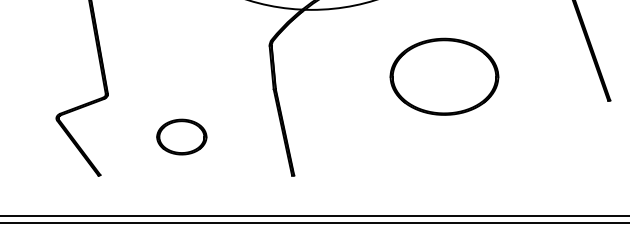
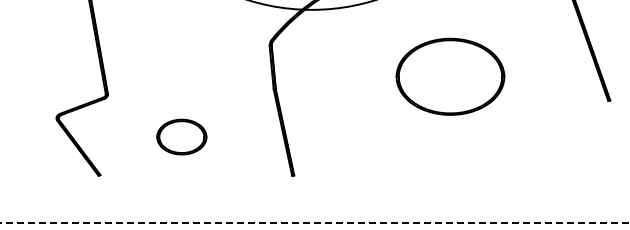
part at (444, 76) position: (444, 76) -> (450, 76)
line at (314, 215): present -> none
line at (314, 223): solid -> dashed
